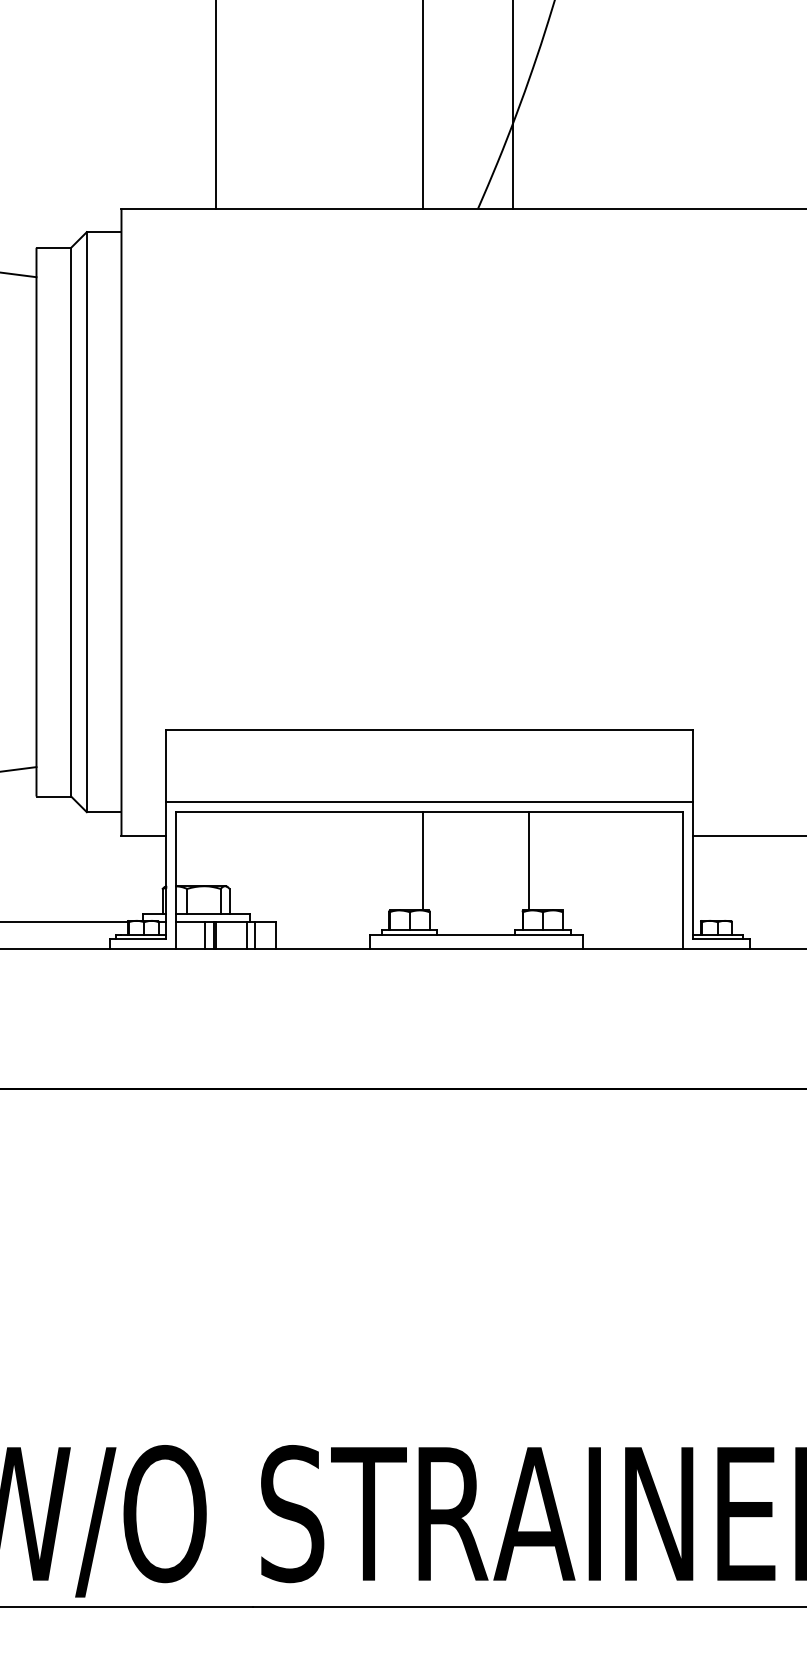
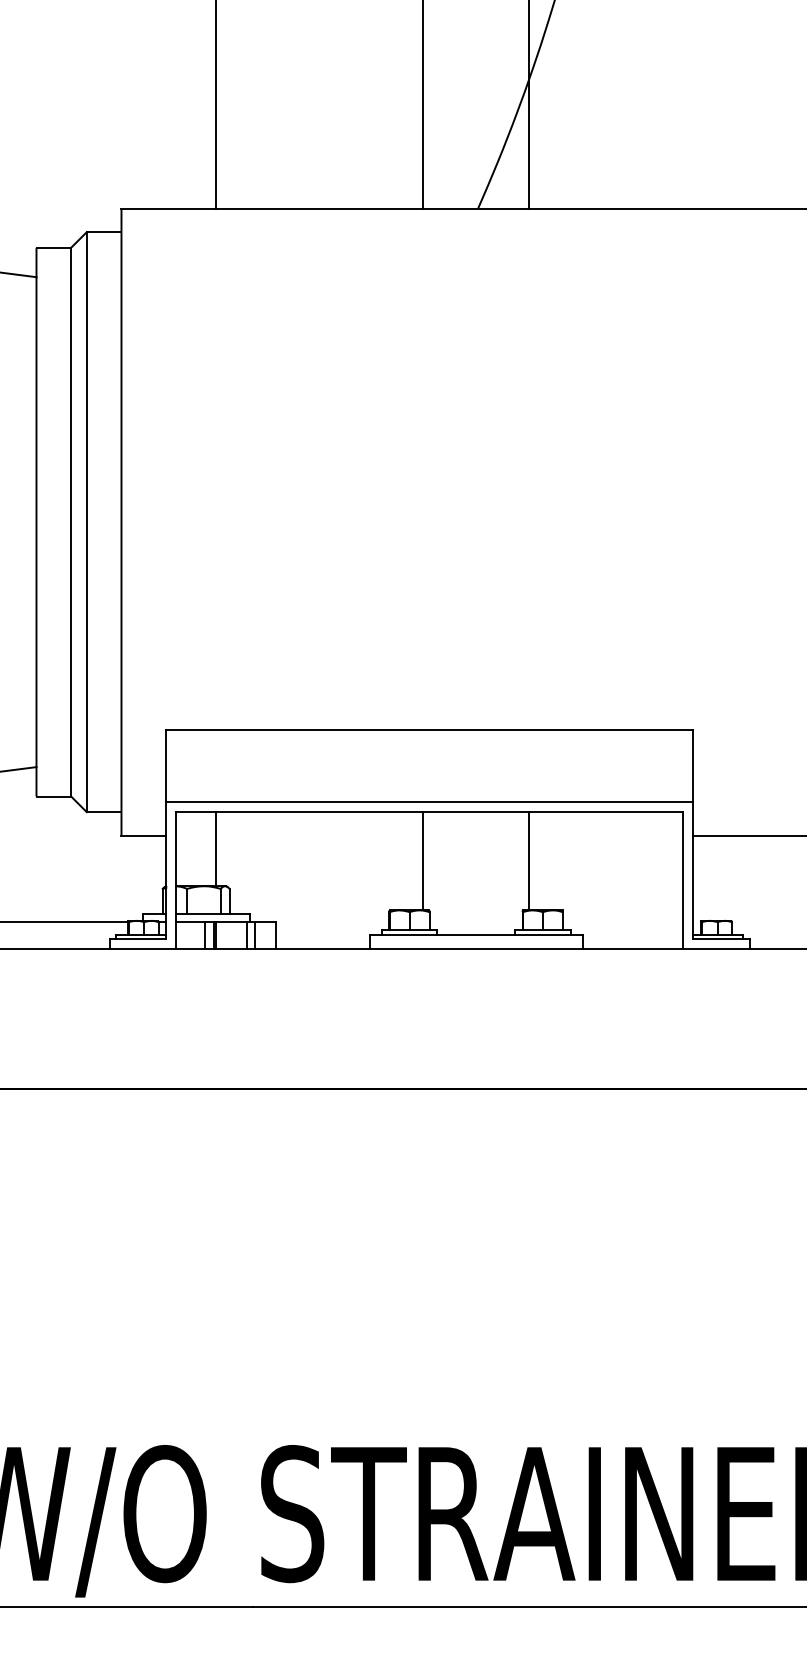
line at (513, 105) position: (513, 105) -> (529, 105)
line at (216, 849): none -> present
